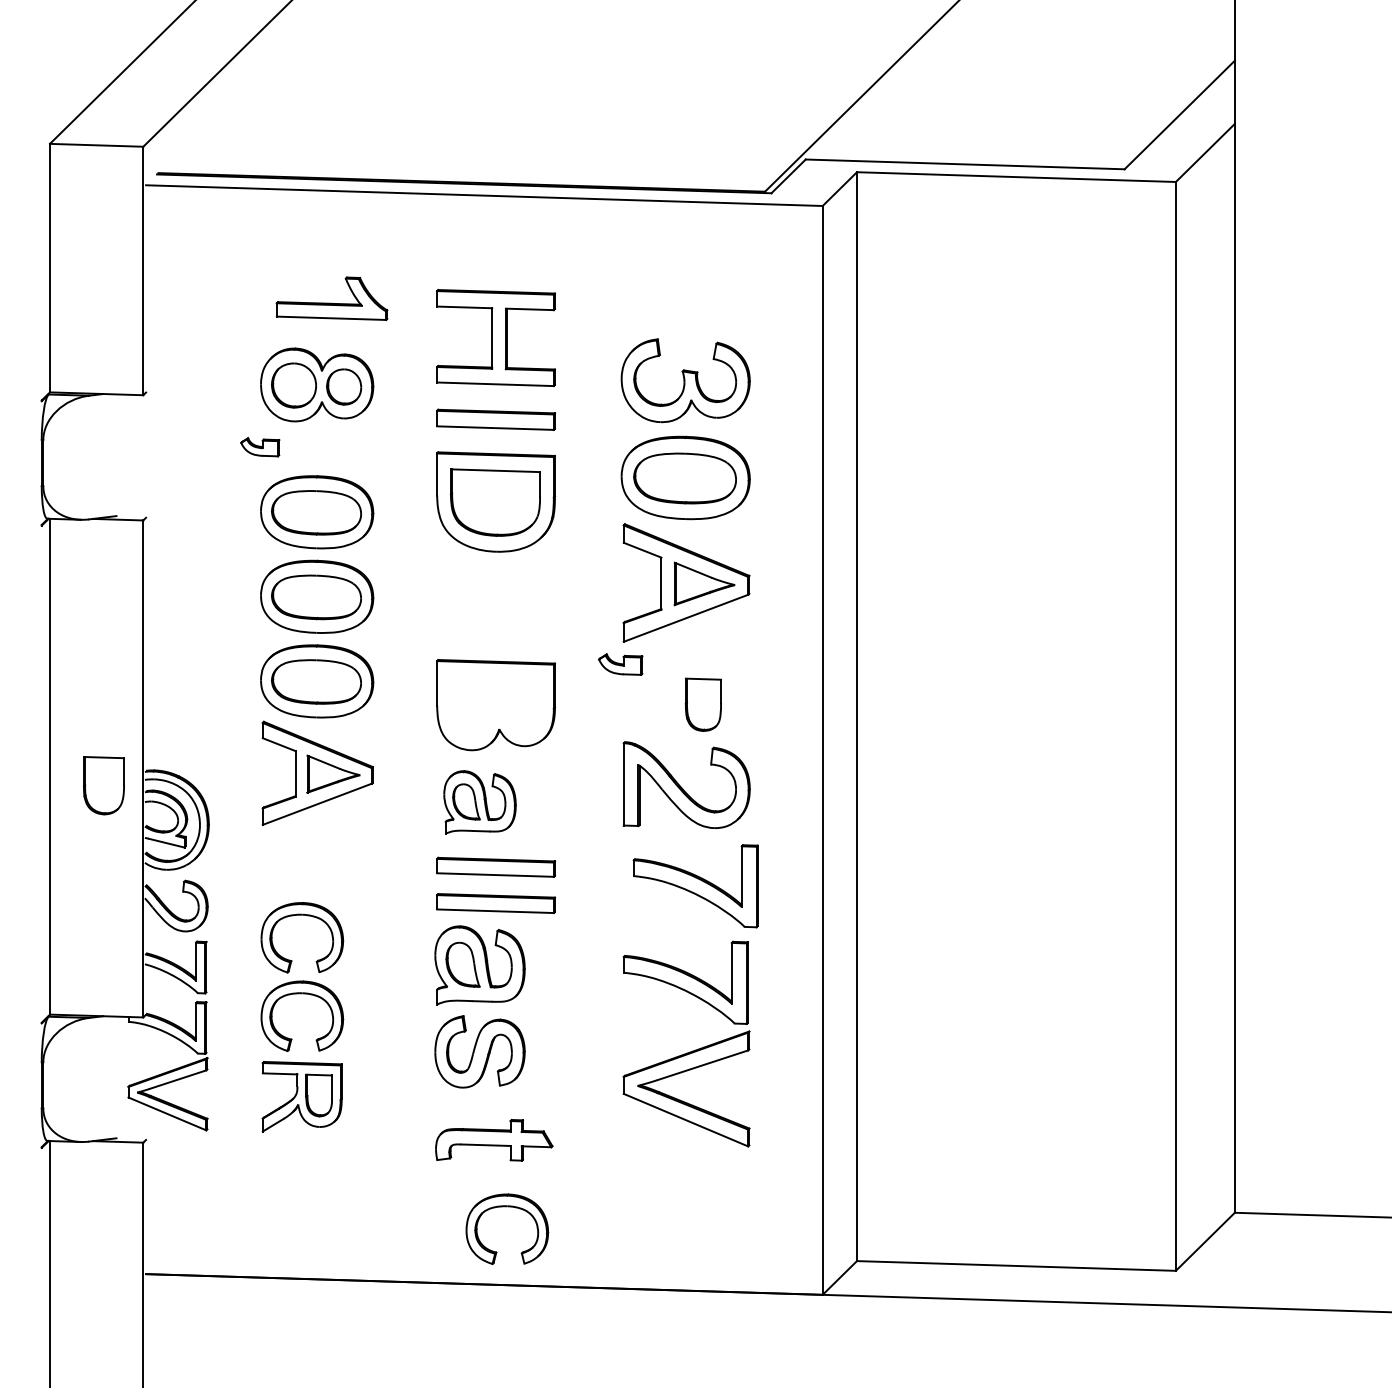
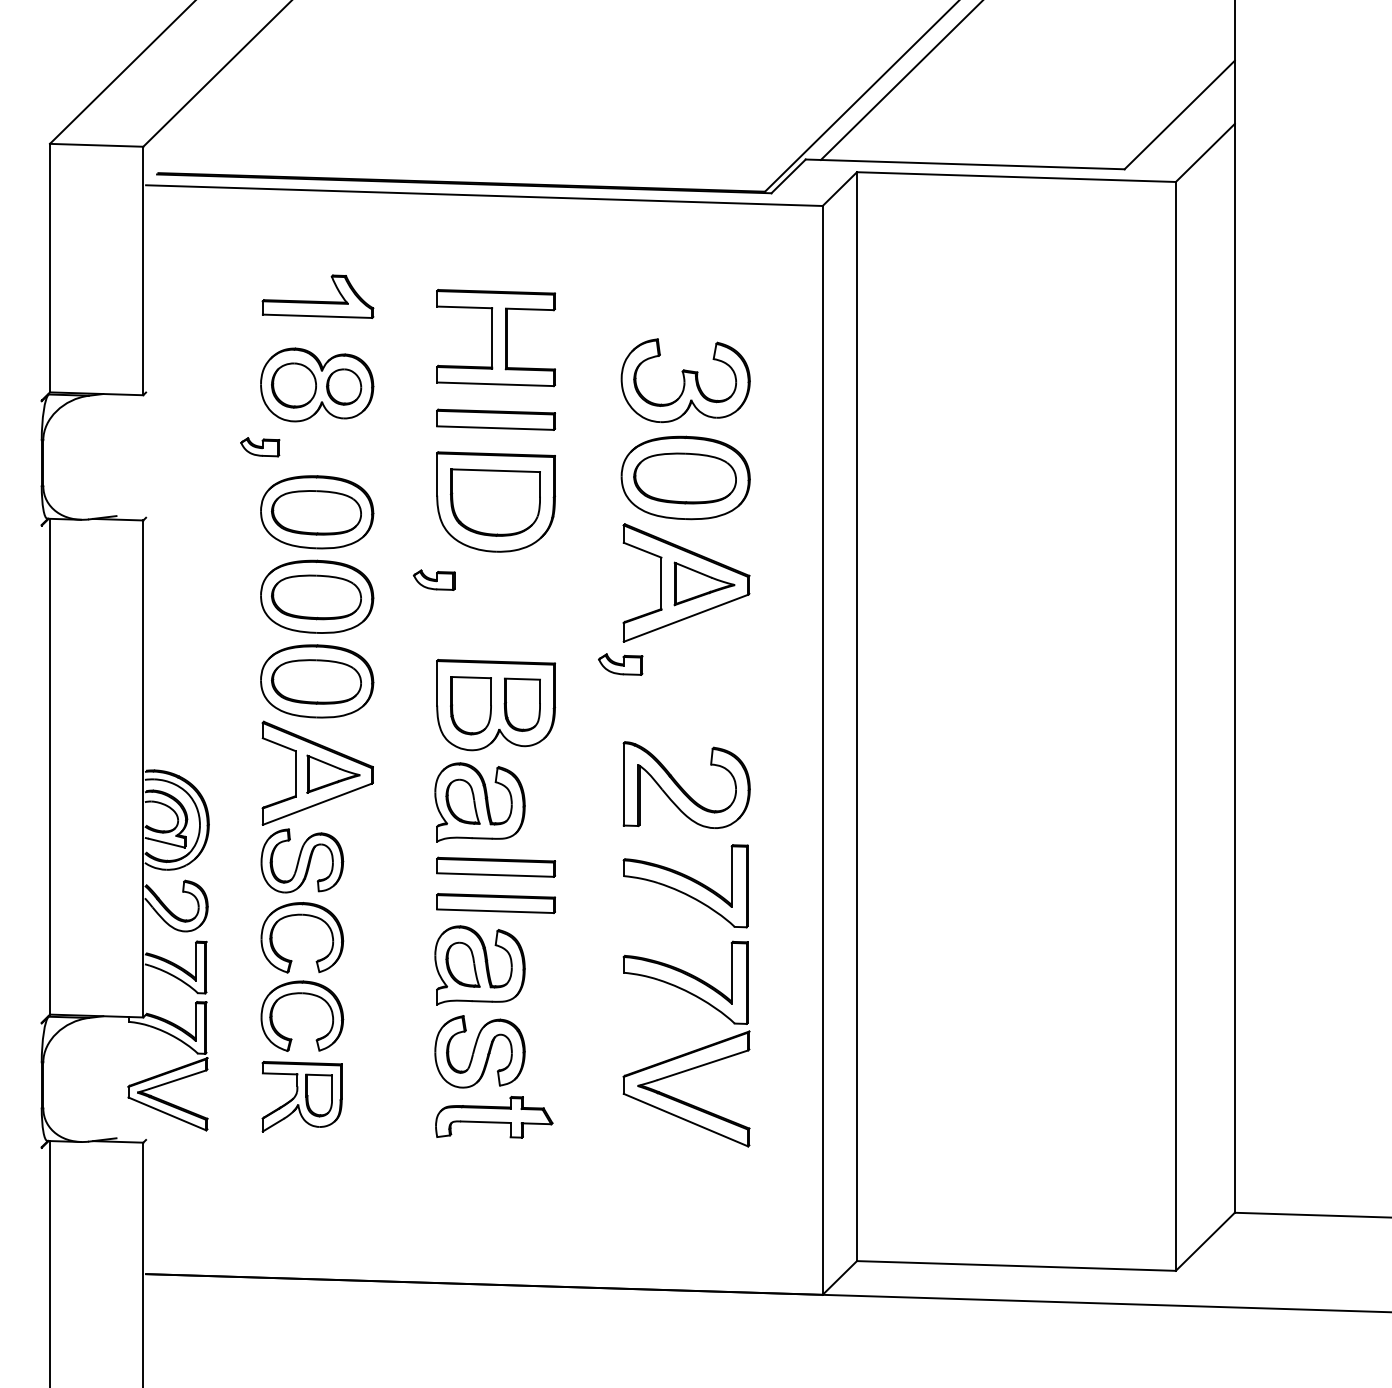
line at (900, 80): none -> present
part at (331, 298) position: (331, 298) -> (317, 296)
part at (433, 579): none -> present
part at (702, 704) position: (702, 704) -> (521, 704)
part at (103, 785) position: (103, 785) -> (470, 705)
part at (479, 802) size: 74x65 px -> 92x81 px
part at (302, 860): none -> present
part at (695, 886) position: (695, 886) -> (685, 886)
part at (494, 1139) position: (494, 1139) -> (494, 1116)
part at (507, 1207): present -> none
